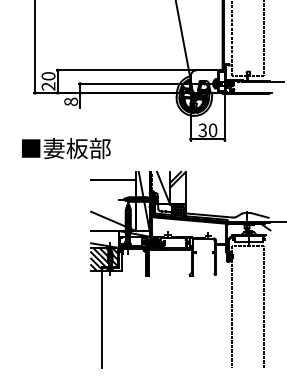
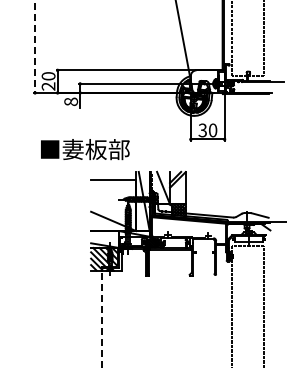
line at (35, 46): solid -> dashed
text at (66, 148) position: (66, 148) -> (85, 149)
line at (102, 318): solid -> dashed
